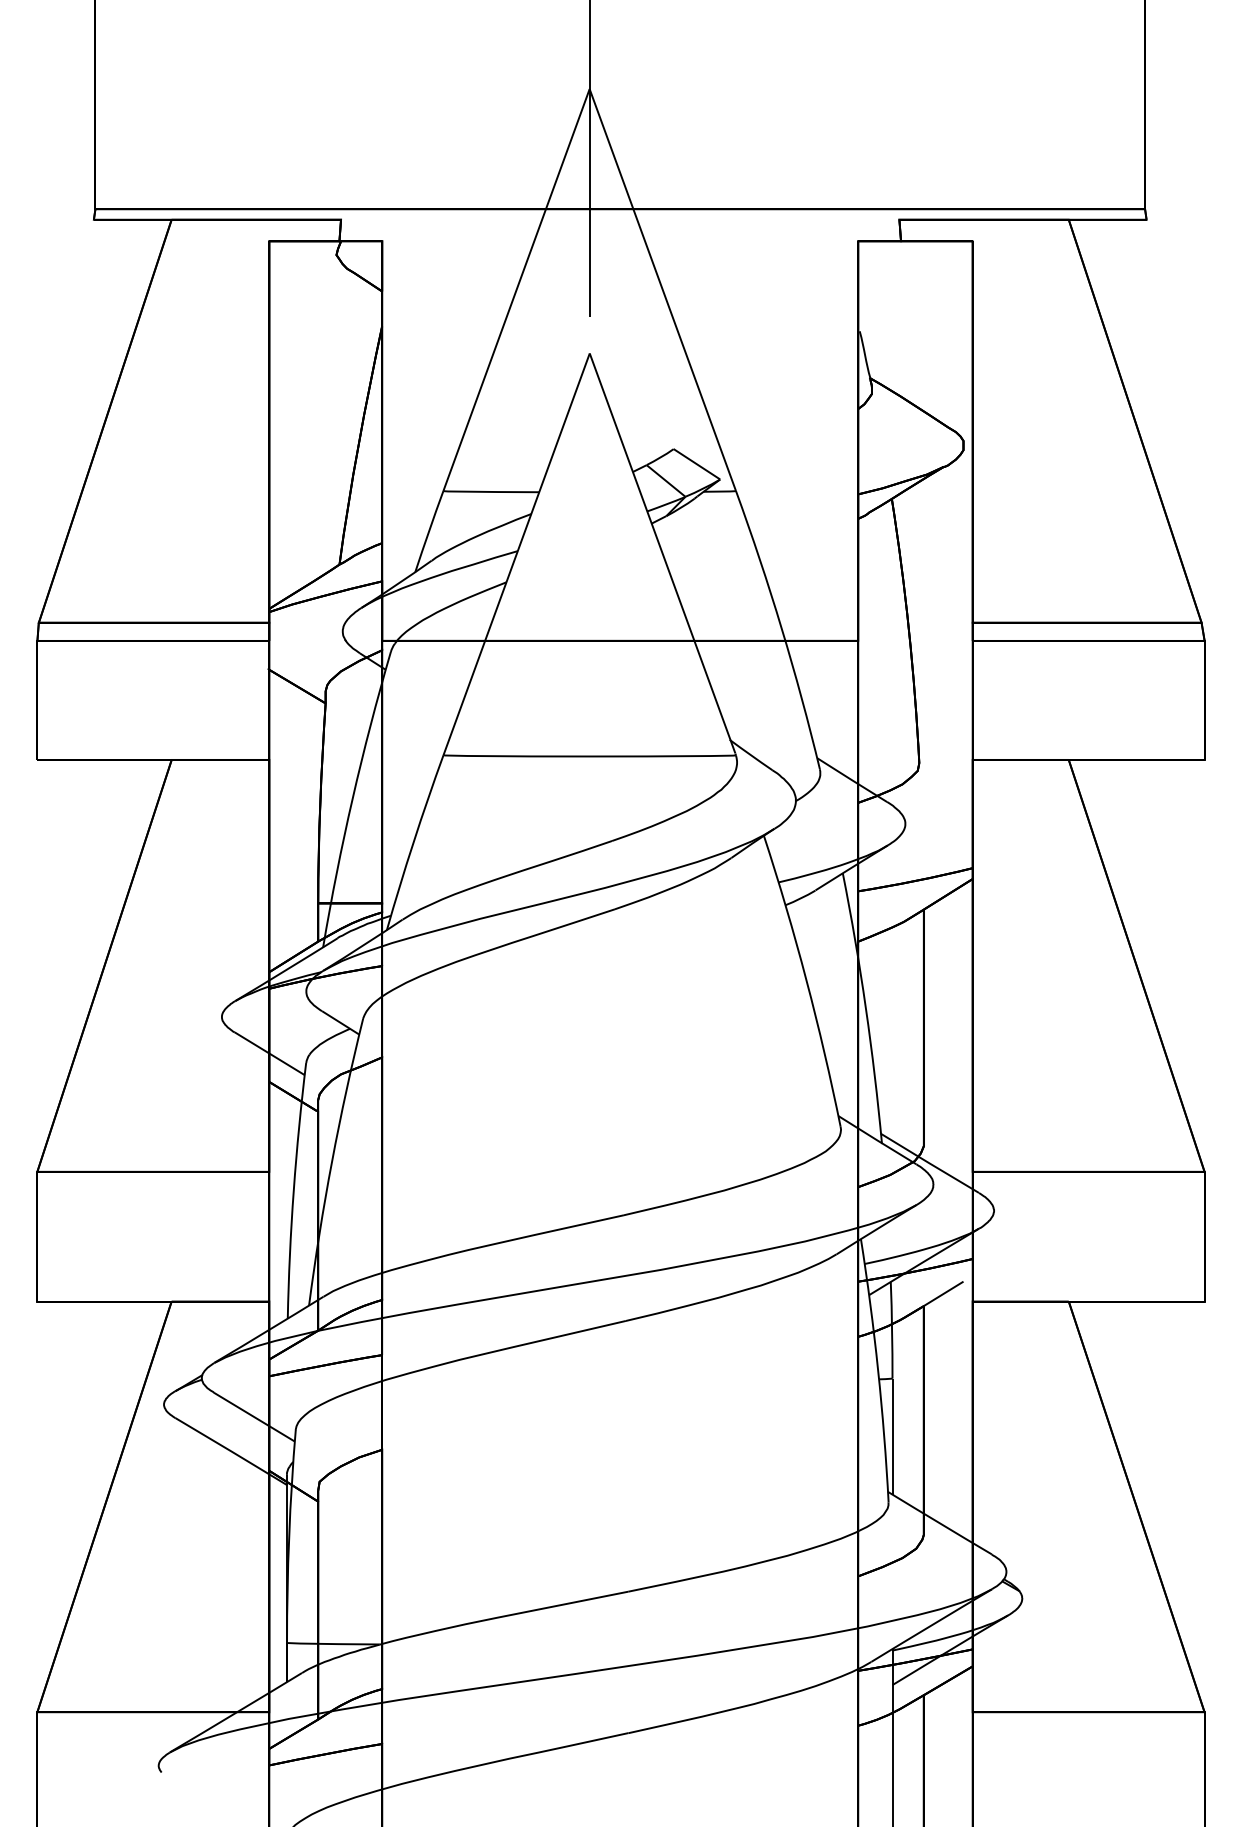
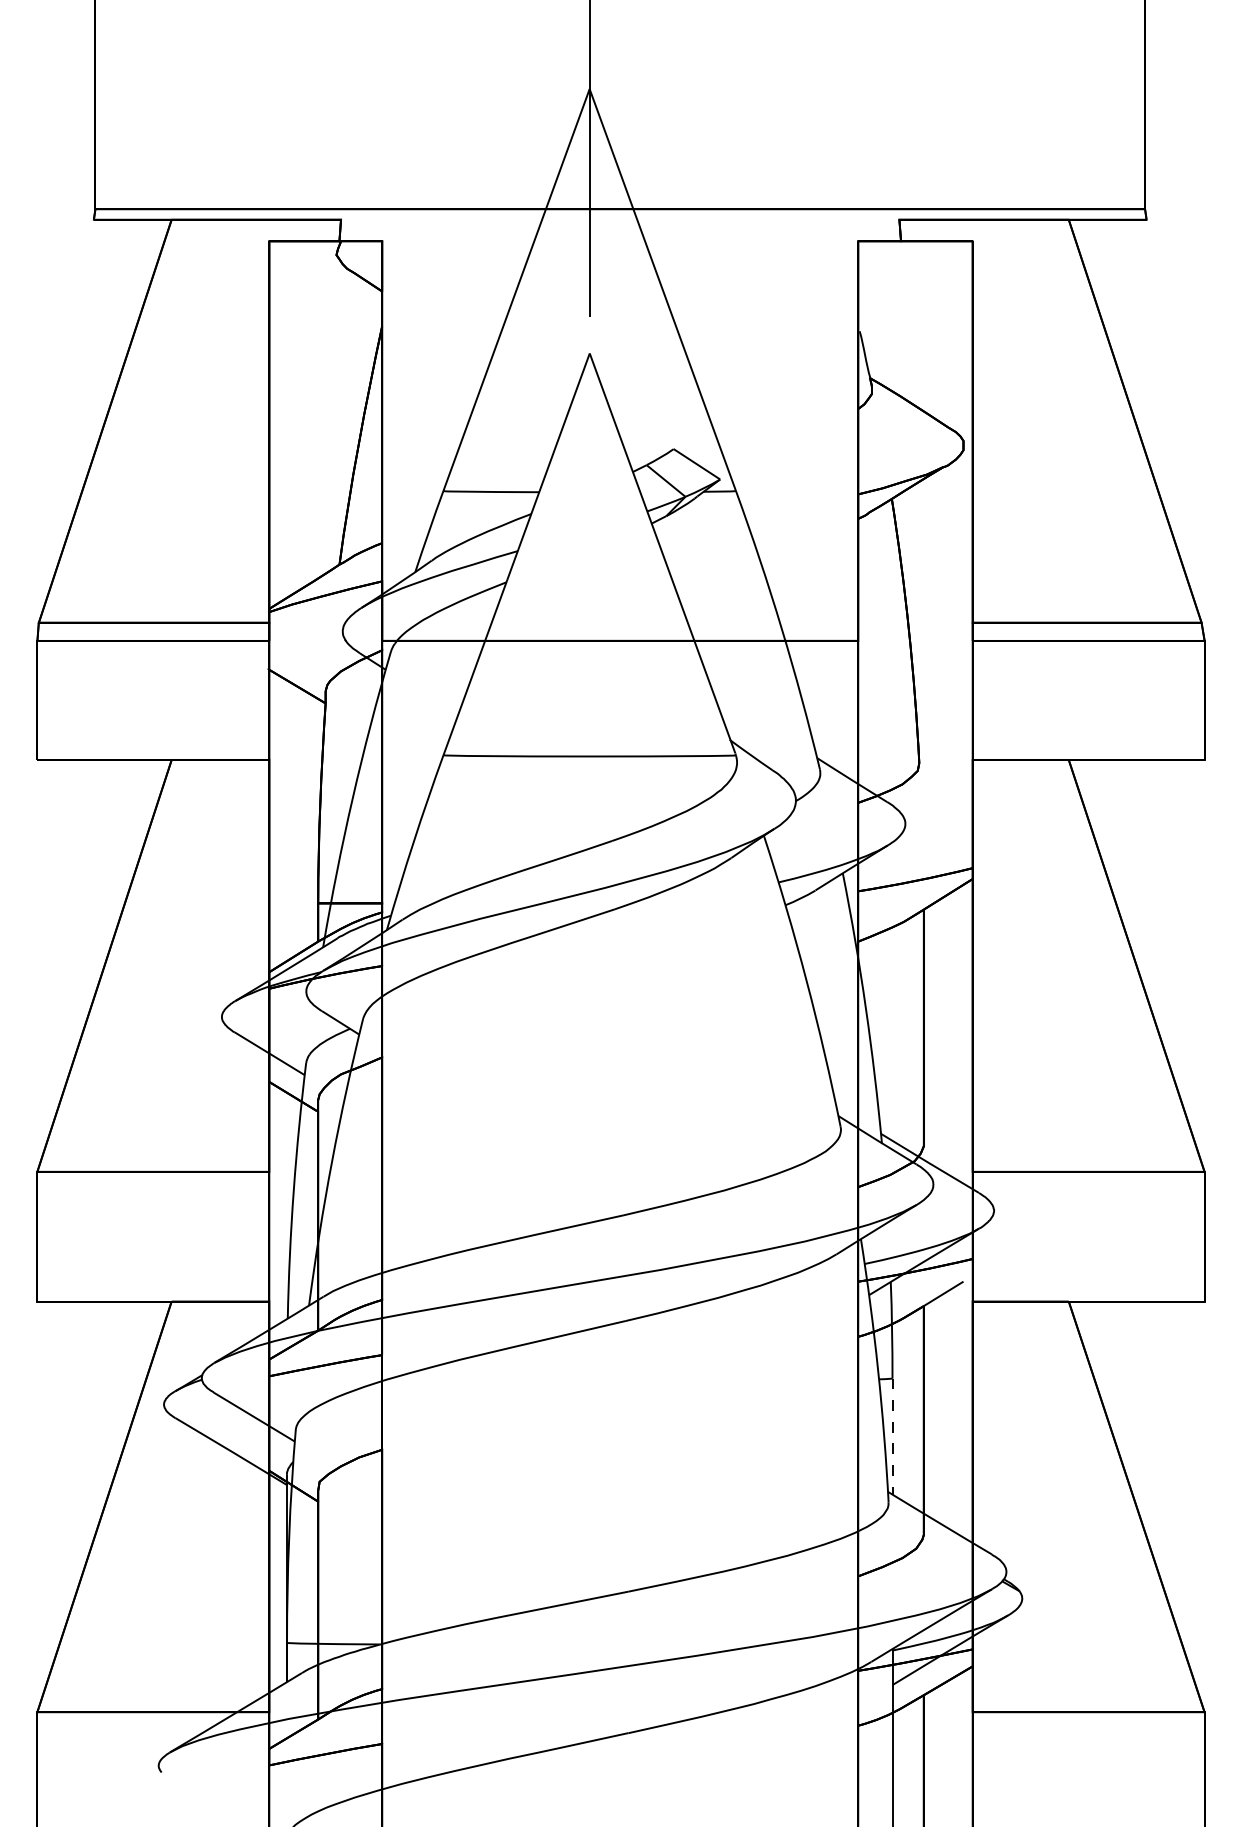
line at (892, 1436): solid -> dashed
